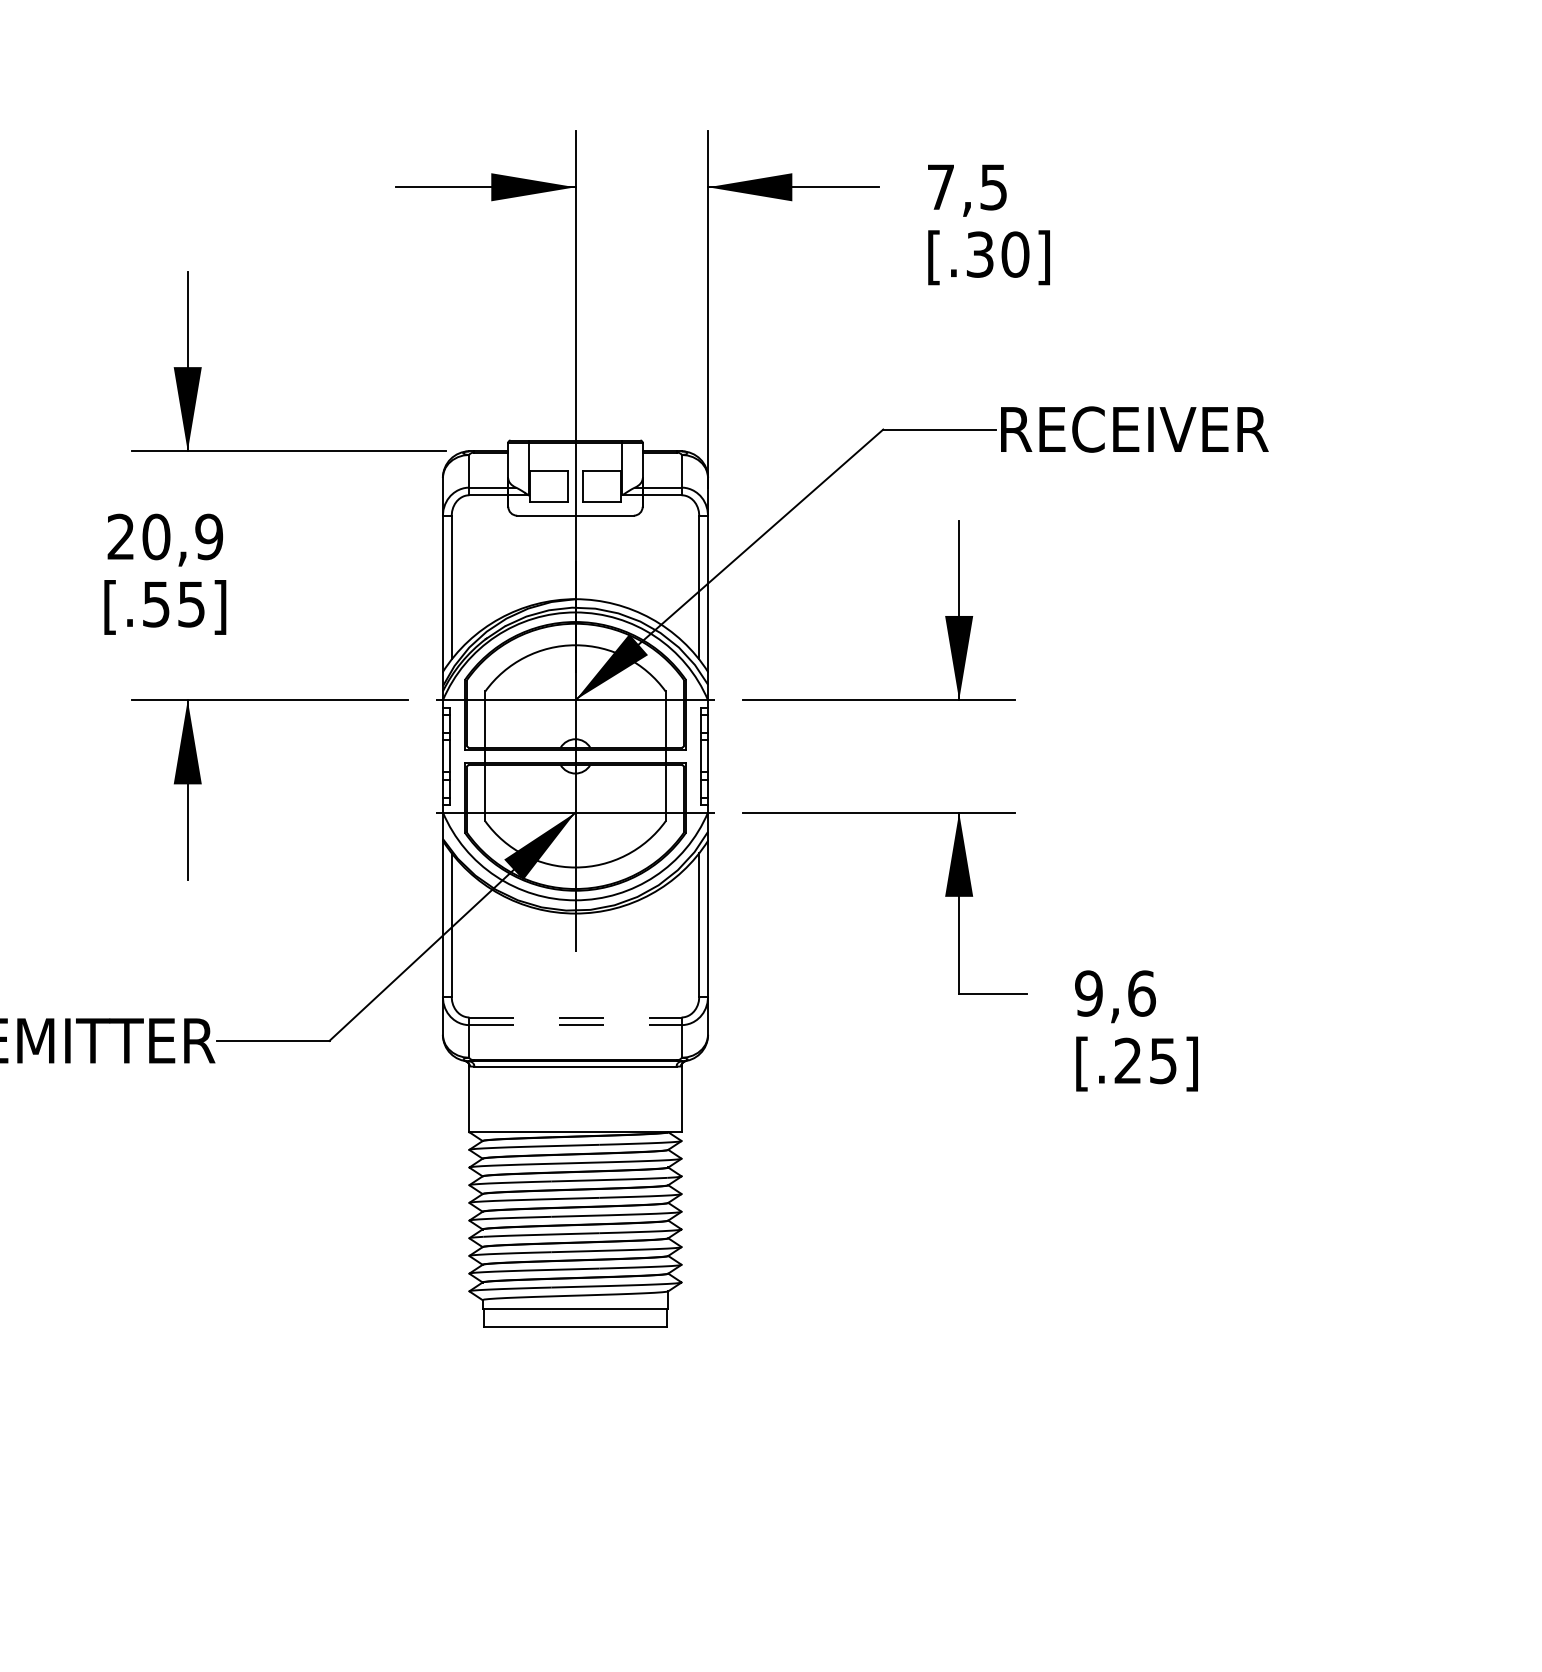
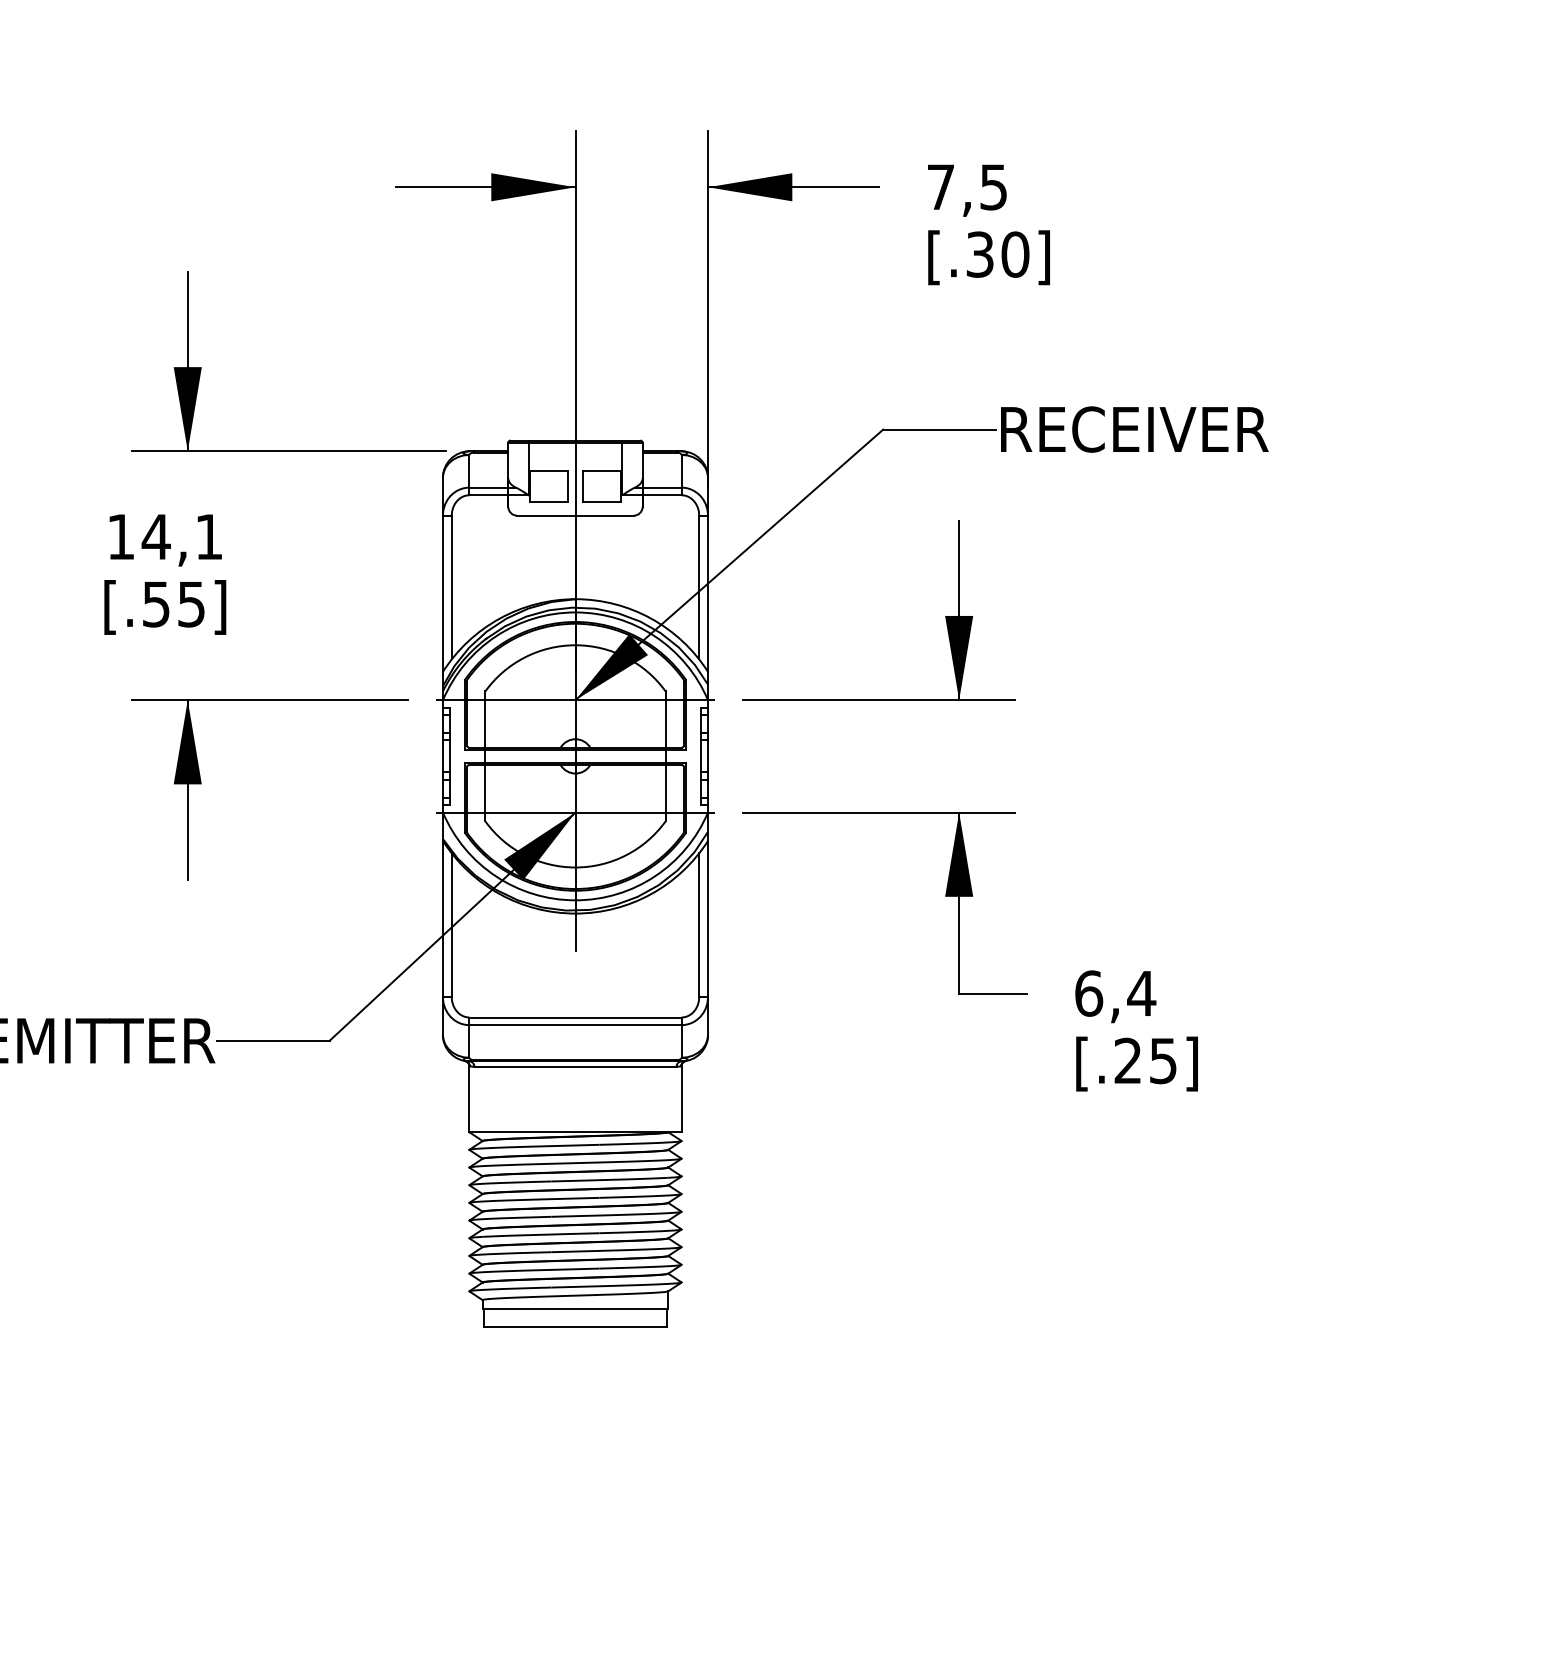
text at (165, 536): 20,9 -> 14,1
text at (1115, 993): 9,6 -> 6,4
line at (575, 1017): dashed -> solid
line at (575, 1025): dashed -> solid
